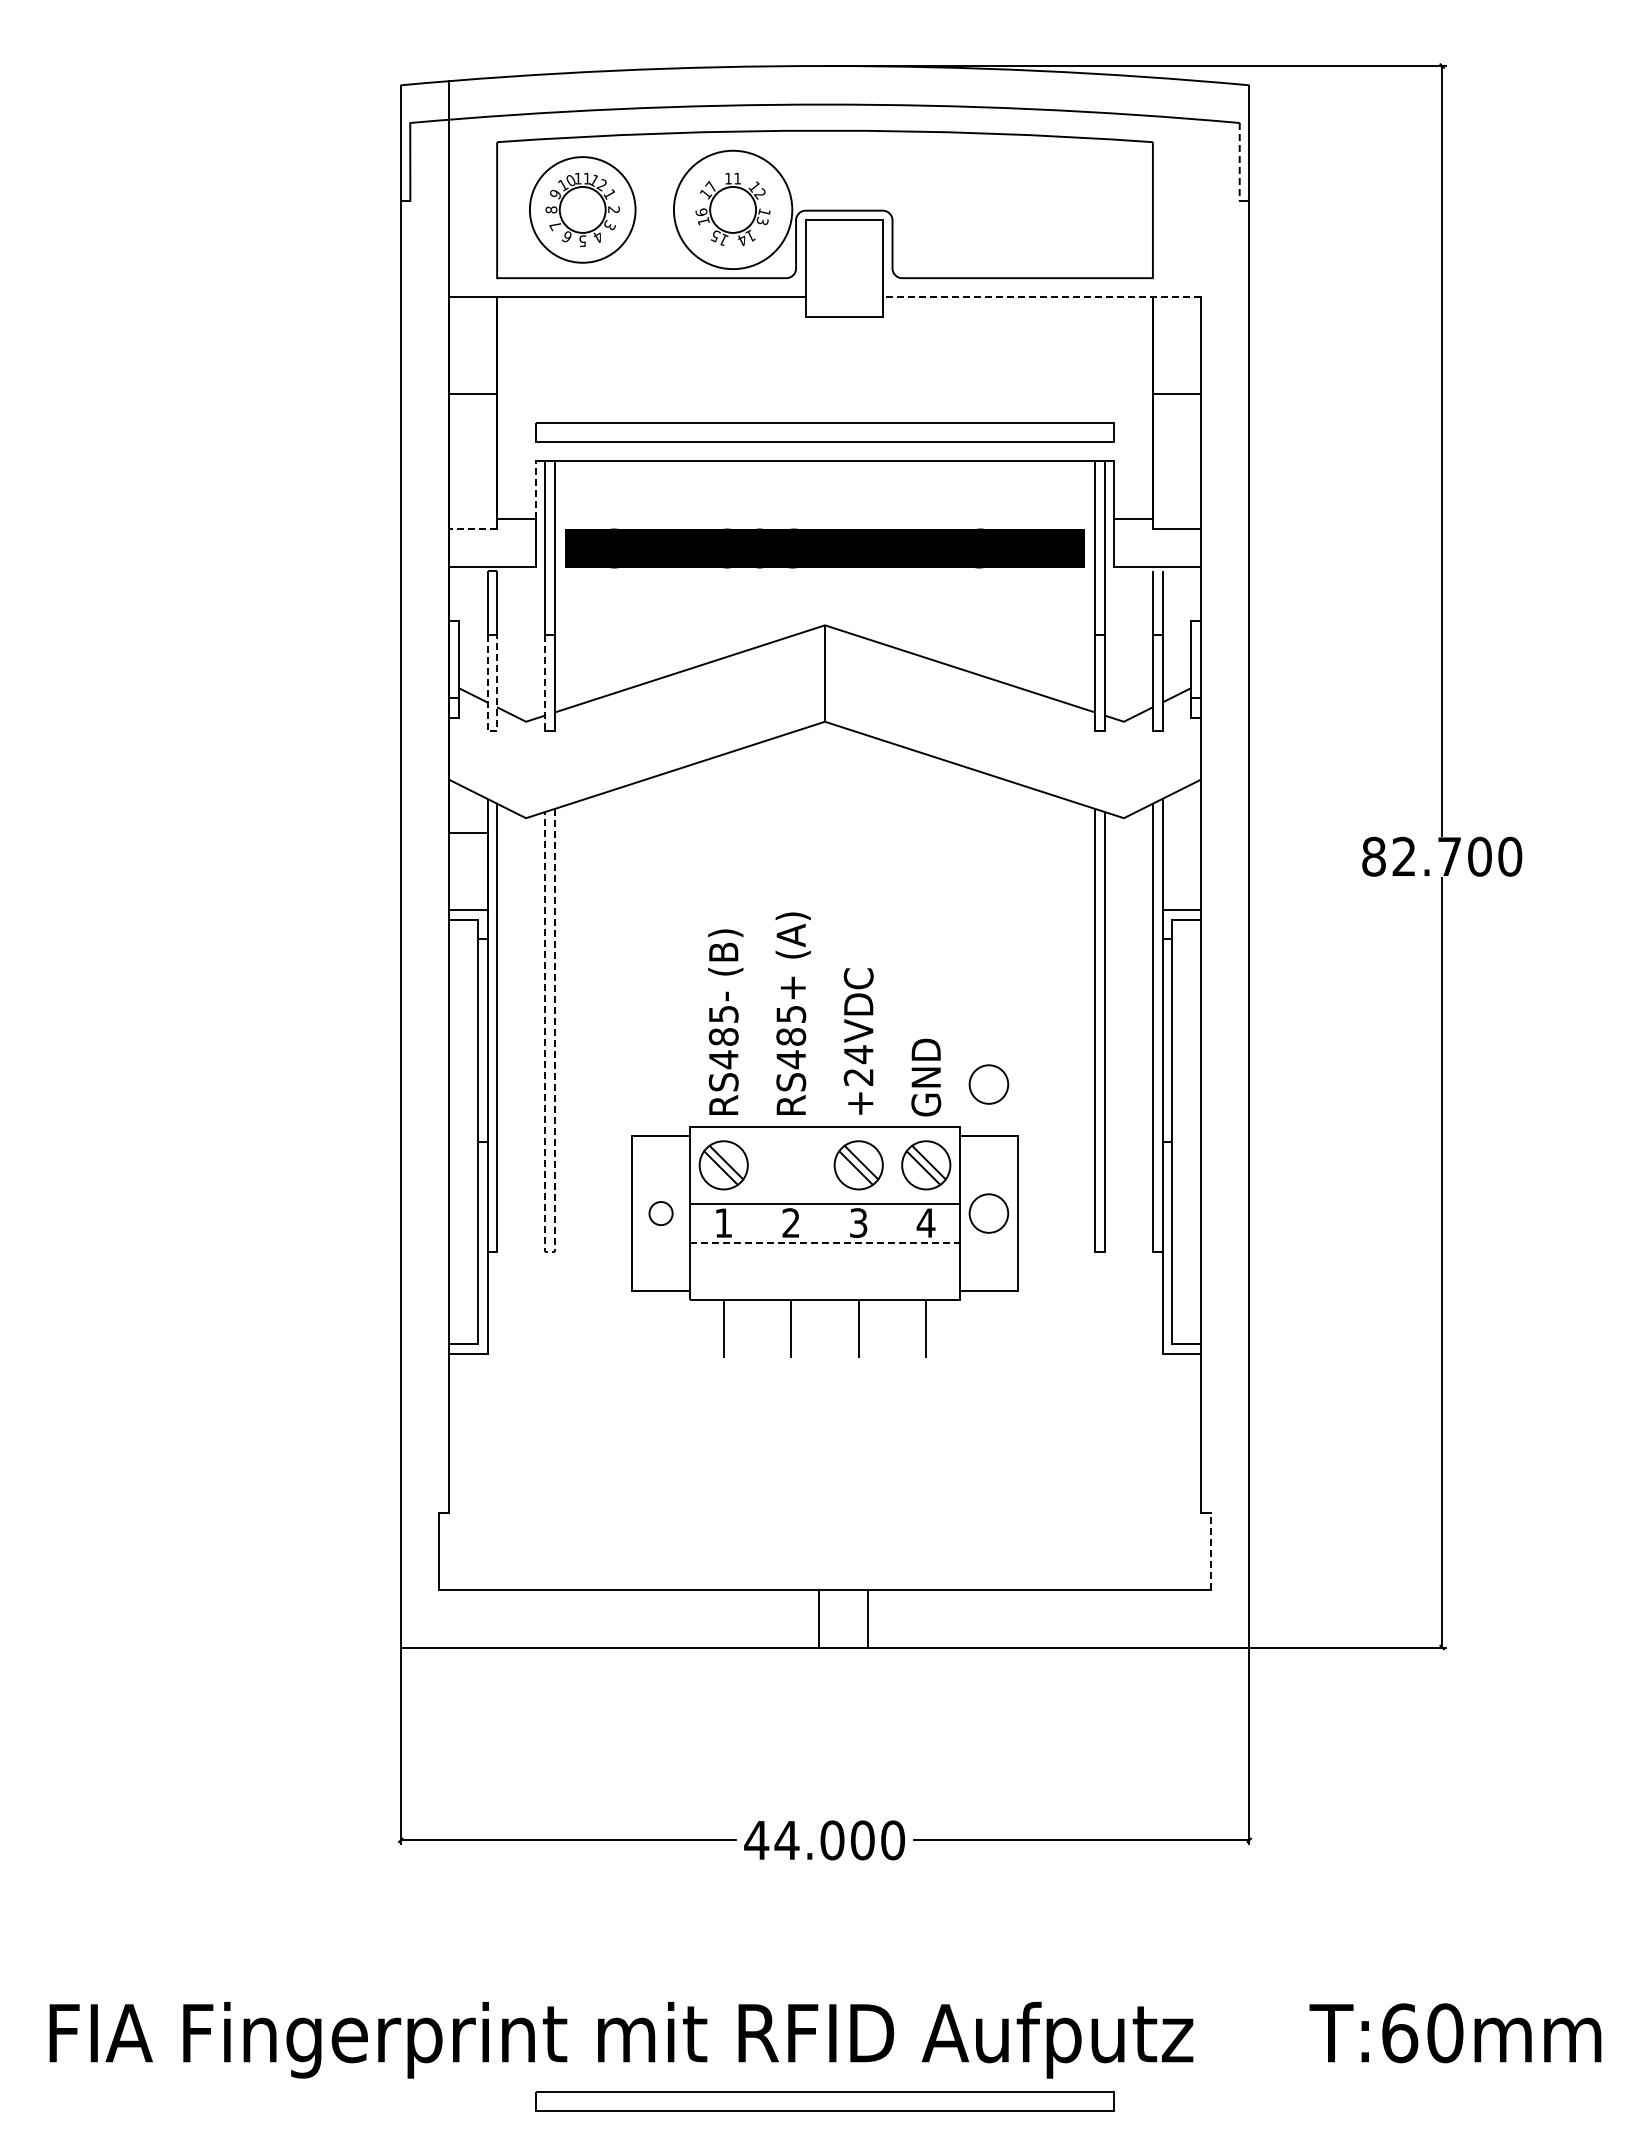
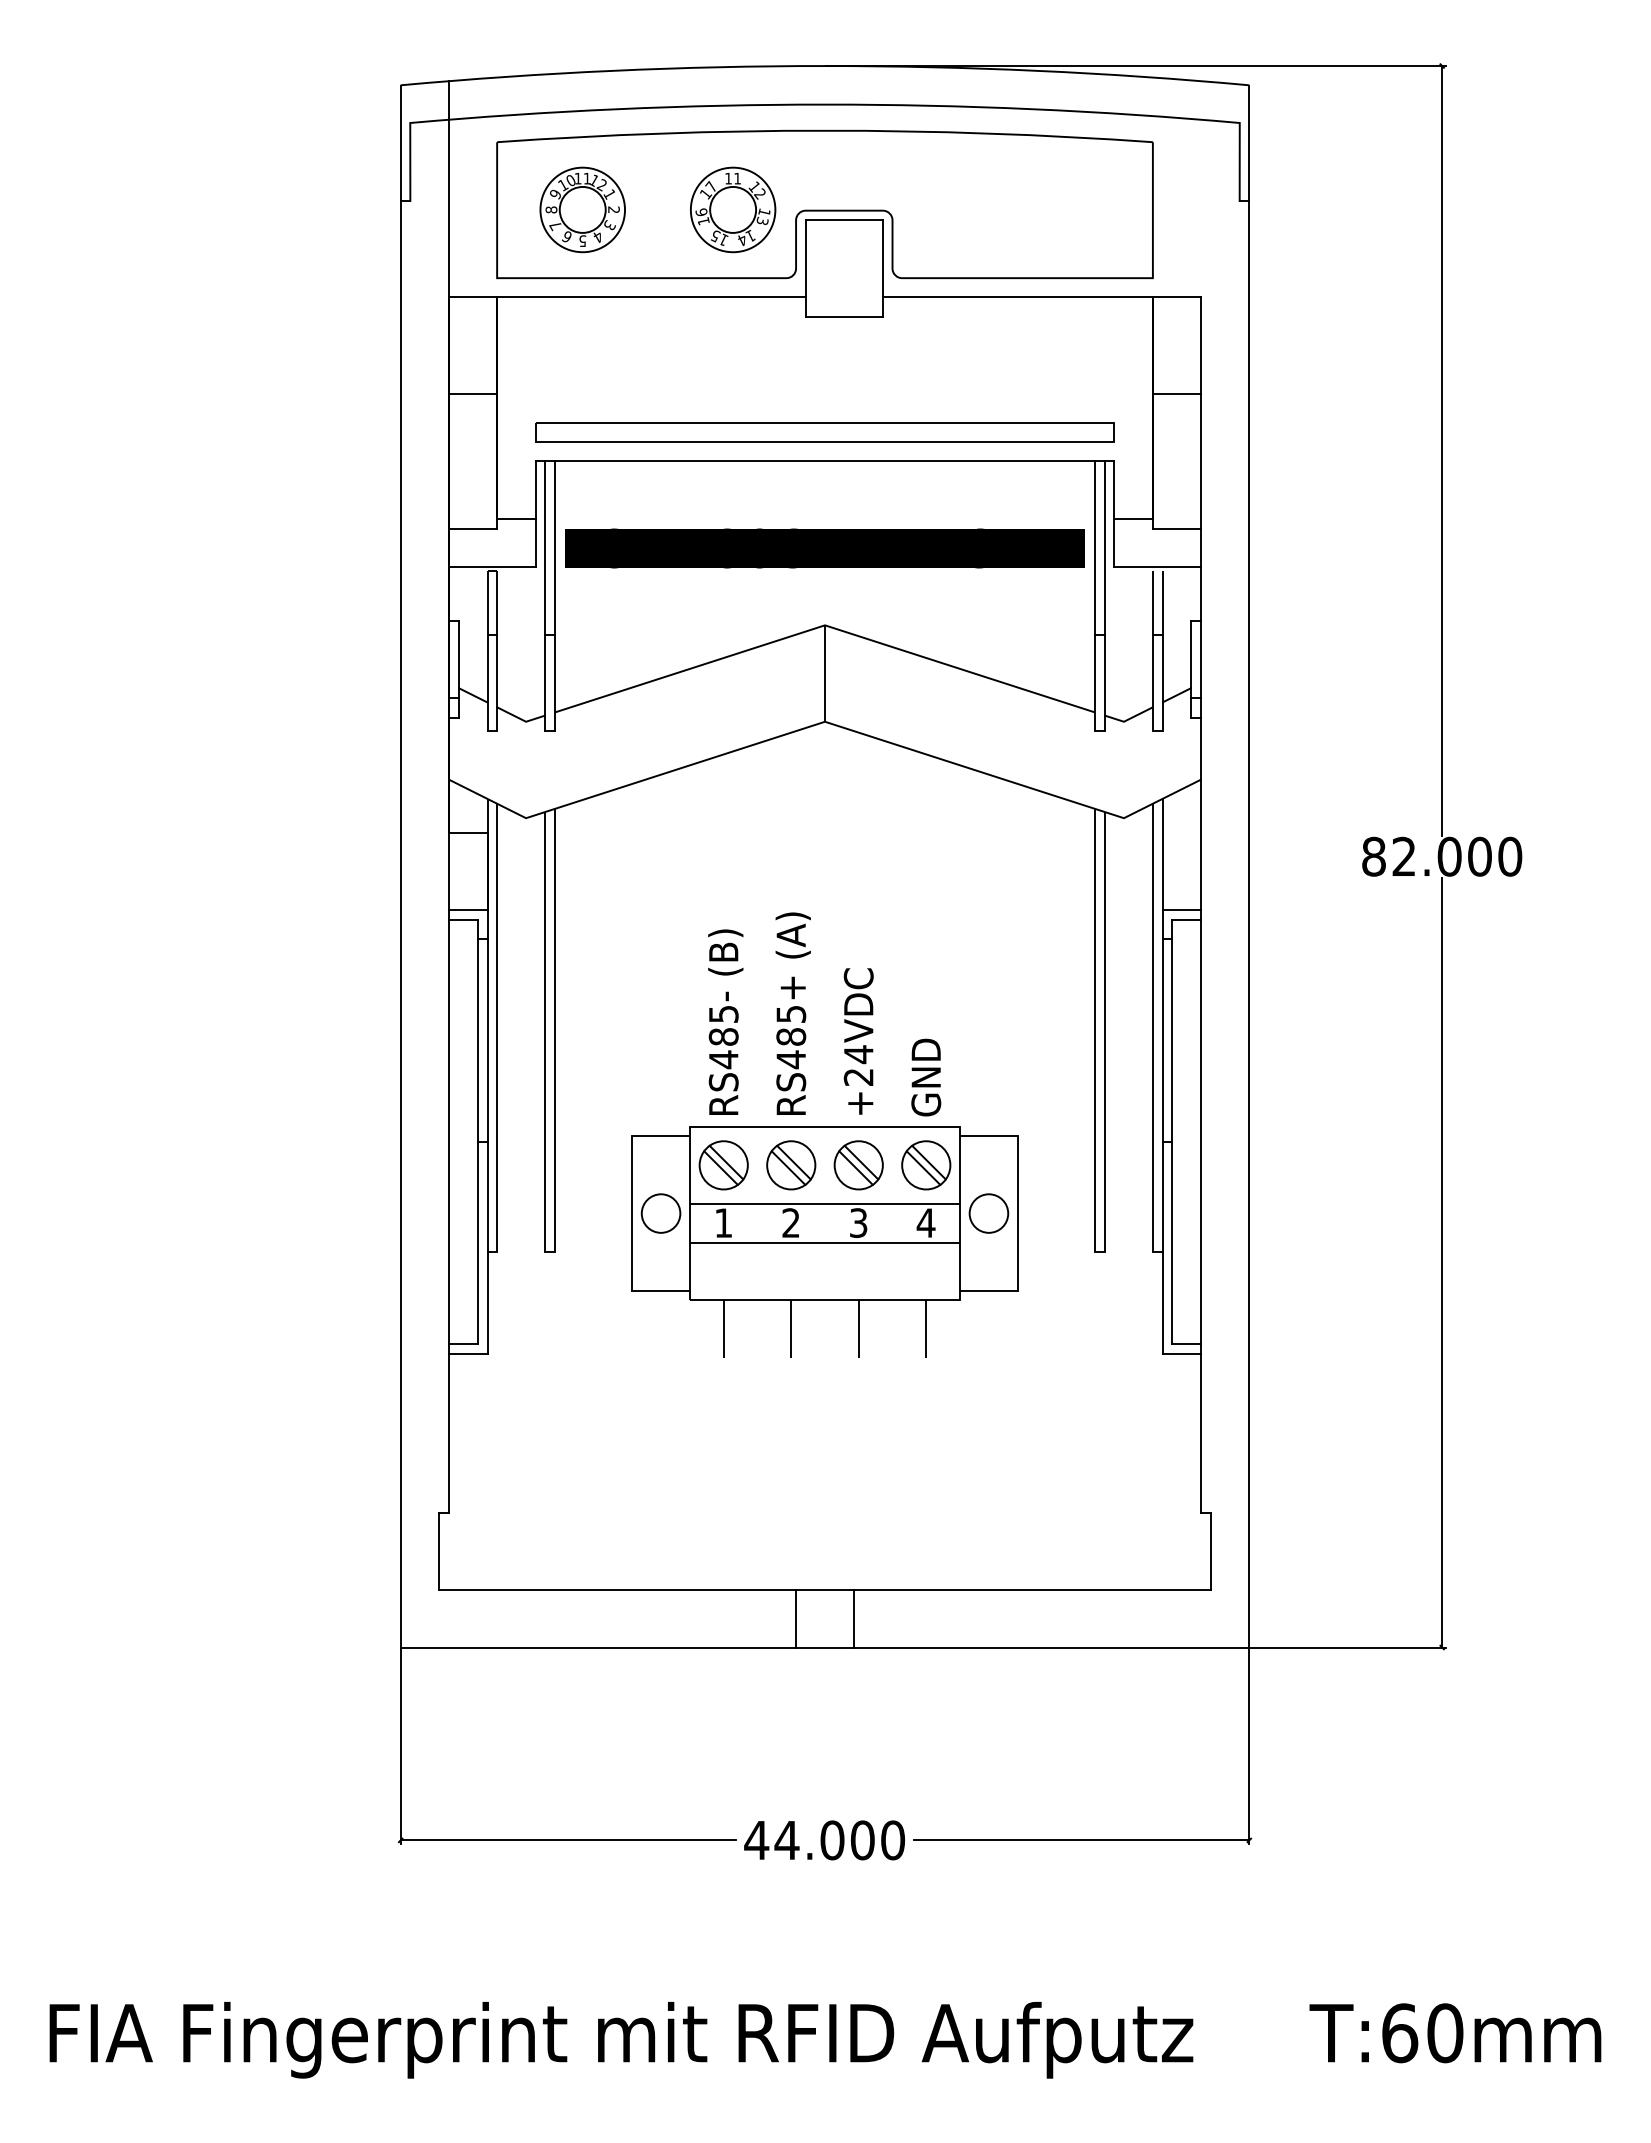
line at (1239, 162): dashed -> solid
circle at (582, 209) diameter: 106 px -> 85 px
circle at (732, 209) diameter: 118 px -> 85 px
line at (1041, 297): dashed -> solid
line at (535, 490): dashed -> solid
line at (472, 528): dashed -> solid
line at (545, 683): dashed -> solid
line at (492, 731): dashed -> solid
text at (1449, 856): 82.700 -> 82.000
circle at (988, 1084): present -> none
part at (791, 1165): none -> present
circle at (660, 1213) diameter: 23 px -> 39 px
line at (825, 1242): dashed -> solid
line at (551, 1252): dashed -> solid
line at (1210, 1551): dashed -> solid
line at (819, 1618) position: (819, 1618) -> (796, 1618)
line at (867, 1618) position: (867, 1618) -> (853, 1618)
part at (824, 2101): present -> none
